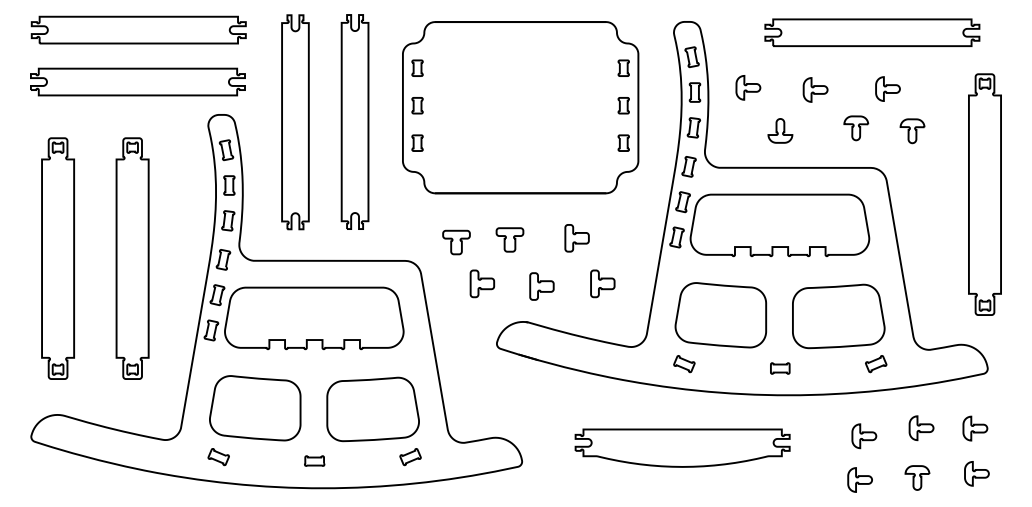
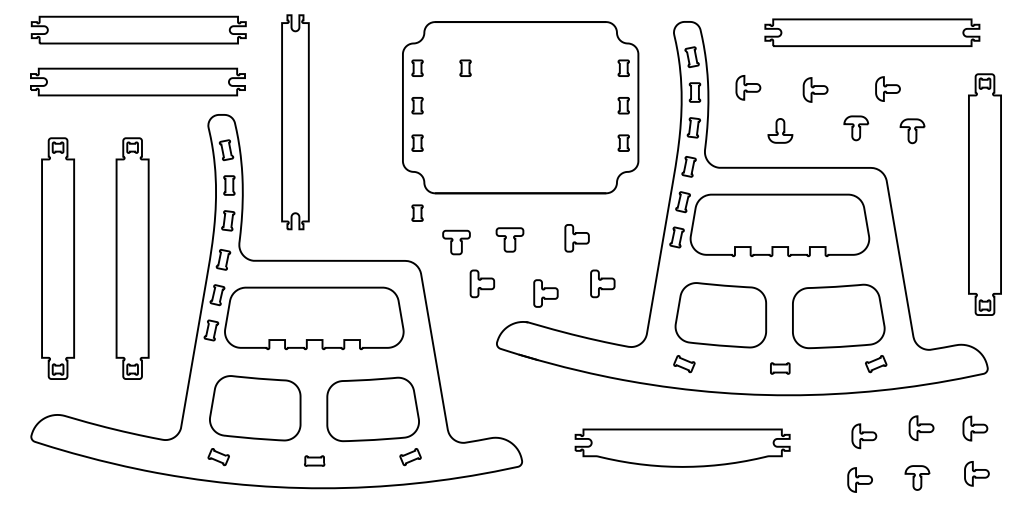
part at (465, 67): none -> present
part at (354, 121): present -> none
part at (417, 212): none -> present
part at (541, 286) position: (541, 286) -> (545, 293)
